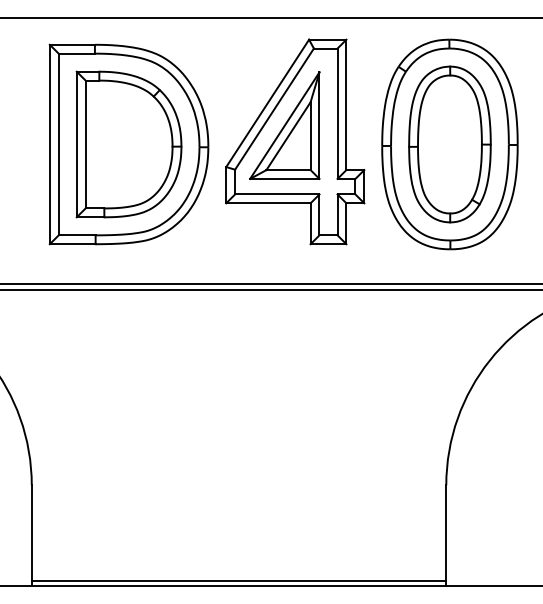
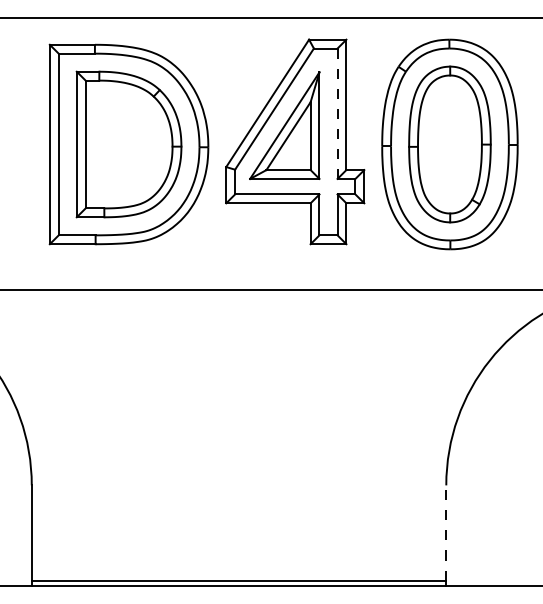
line at (337, 114): solid -> dashed
line at (270, 284): present -> none
line at (446, 533): solid -> dashed
